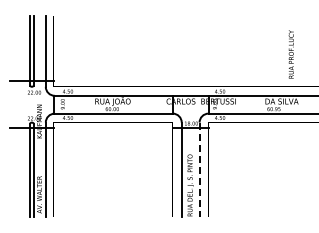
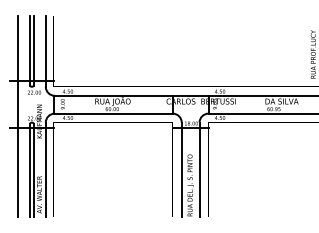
text at (290, 54) position: (290, 54) -> (312, 54)
line at (18, 116): none -> present
line at (199, 170): dashed -> solid
